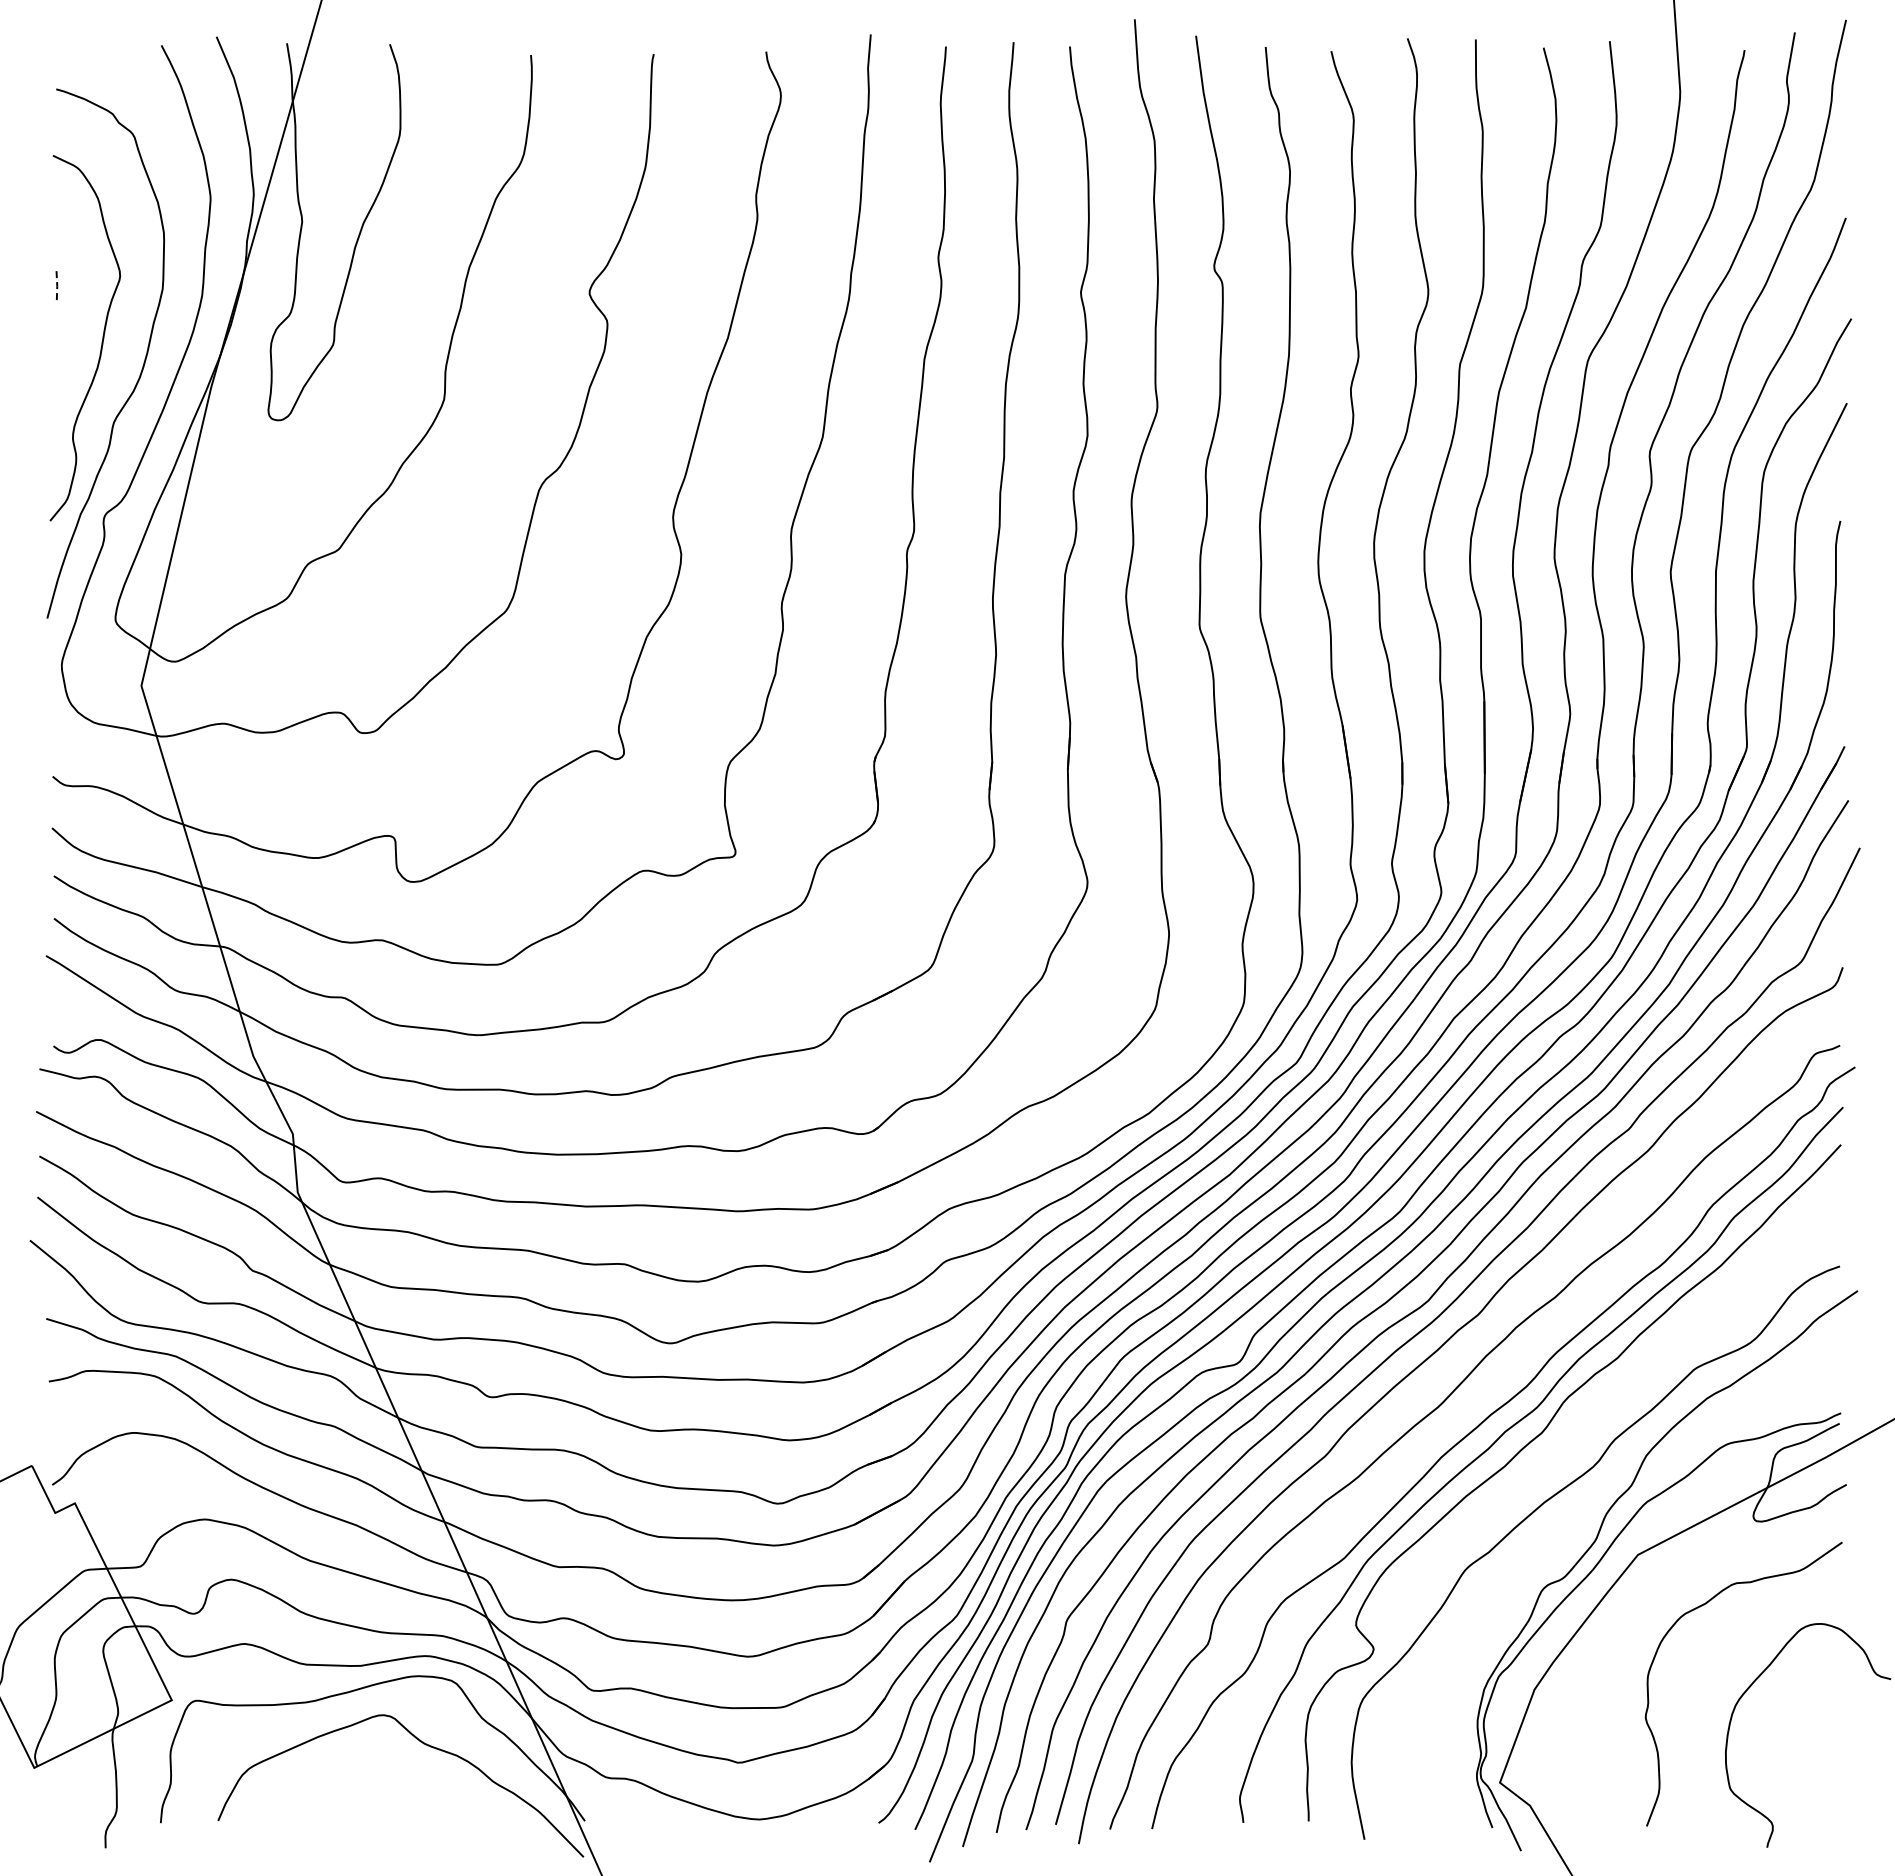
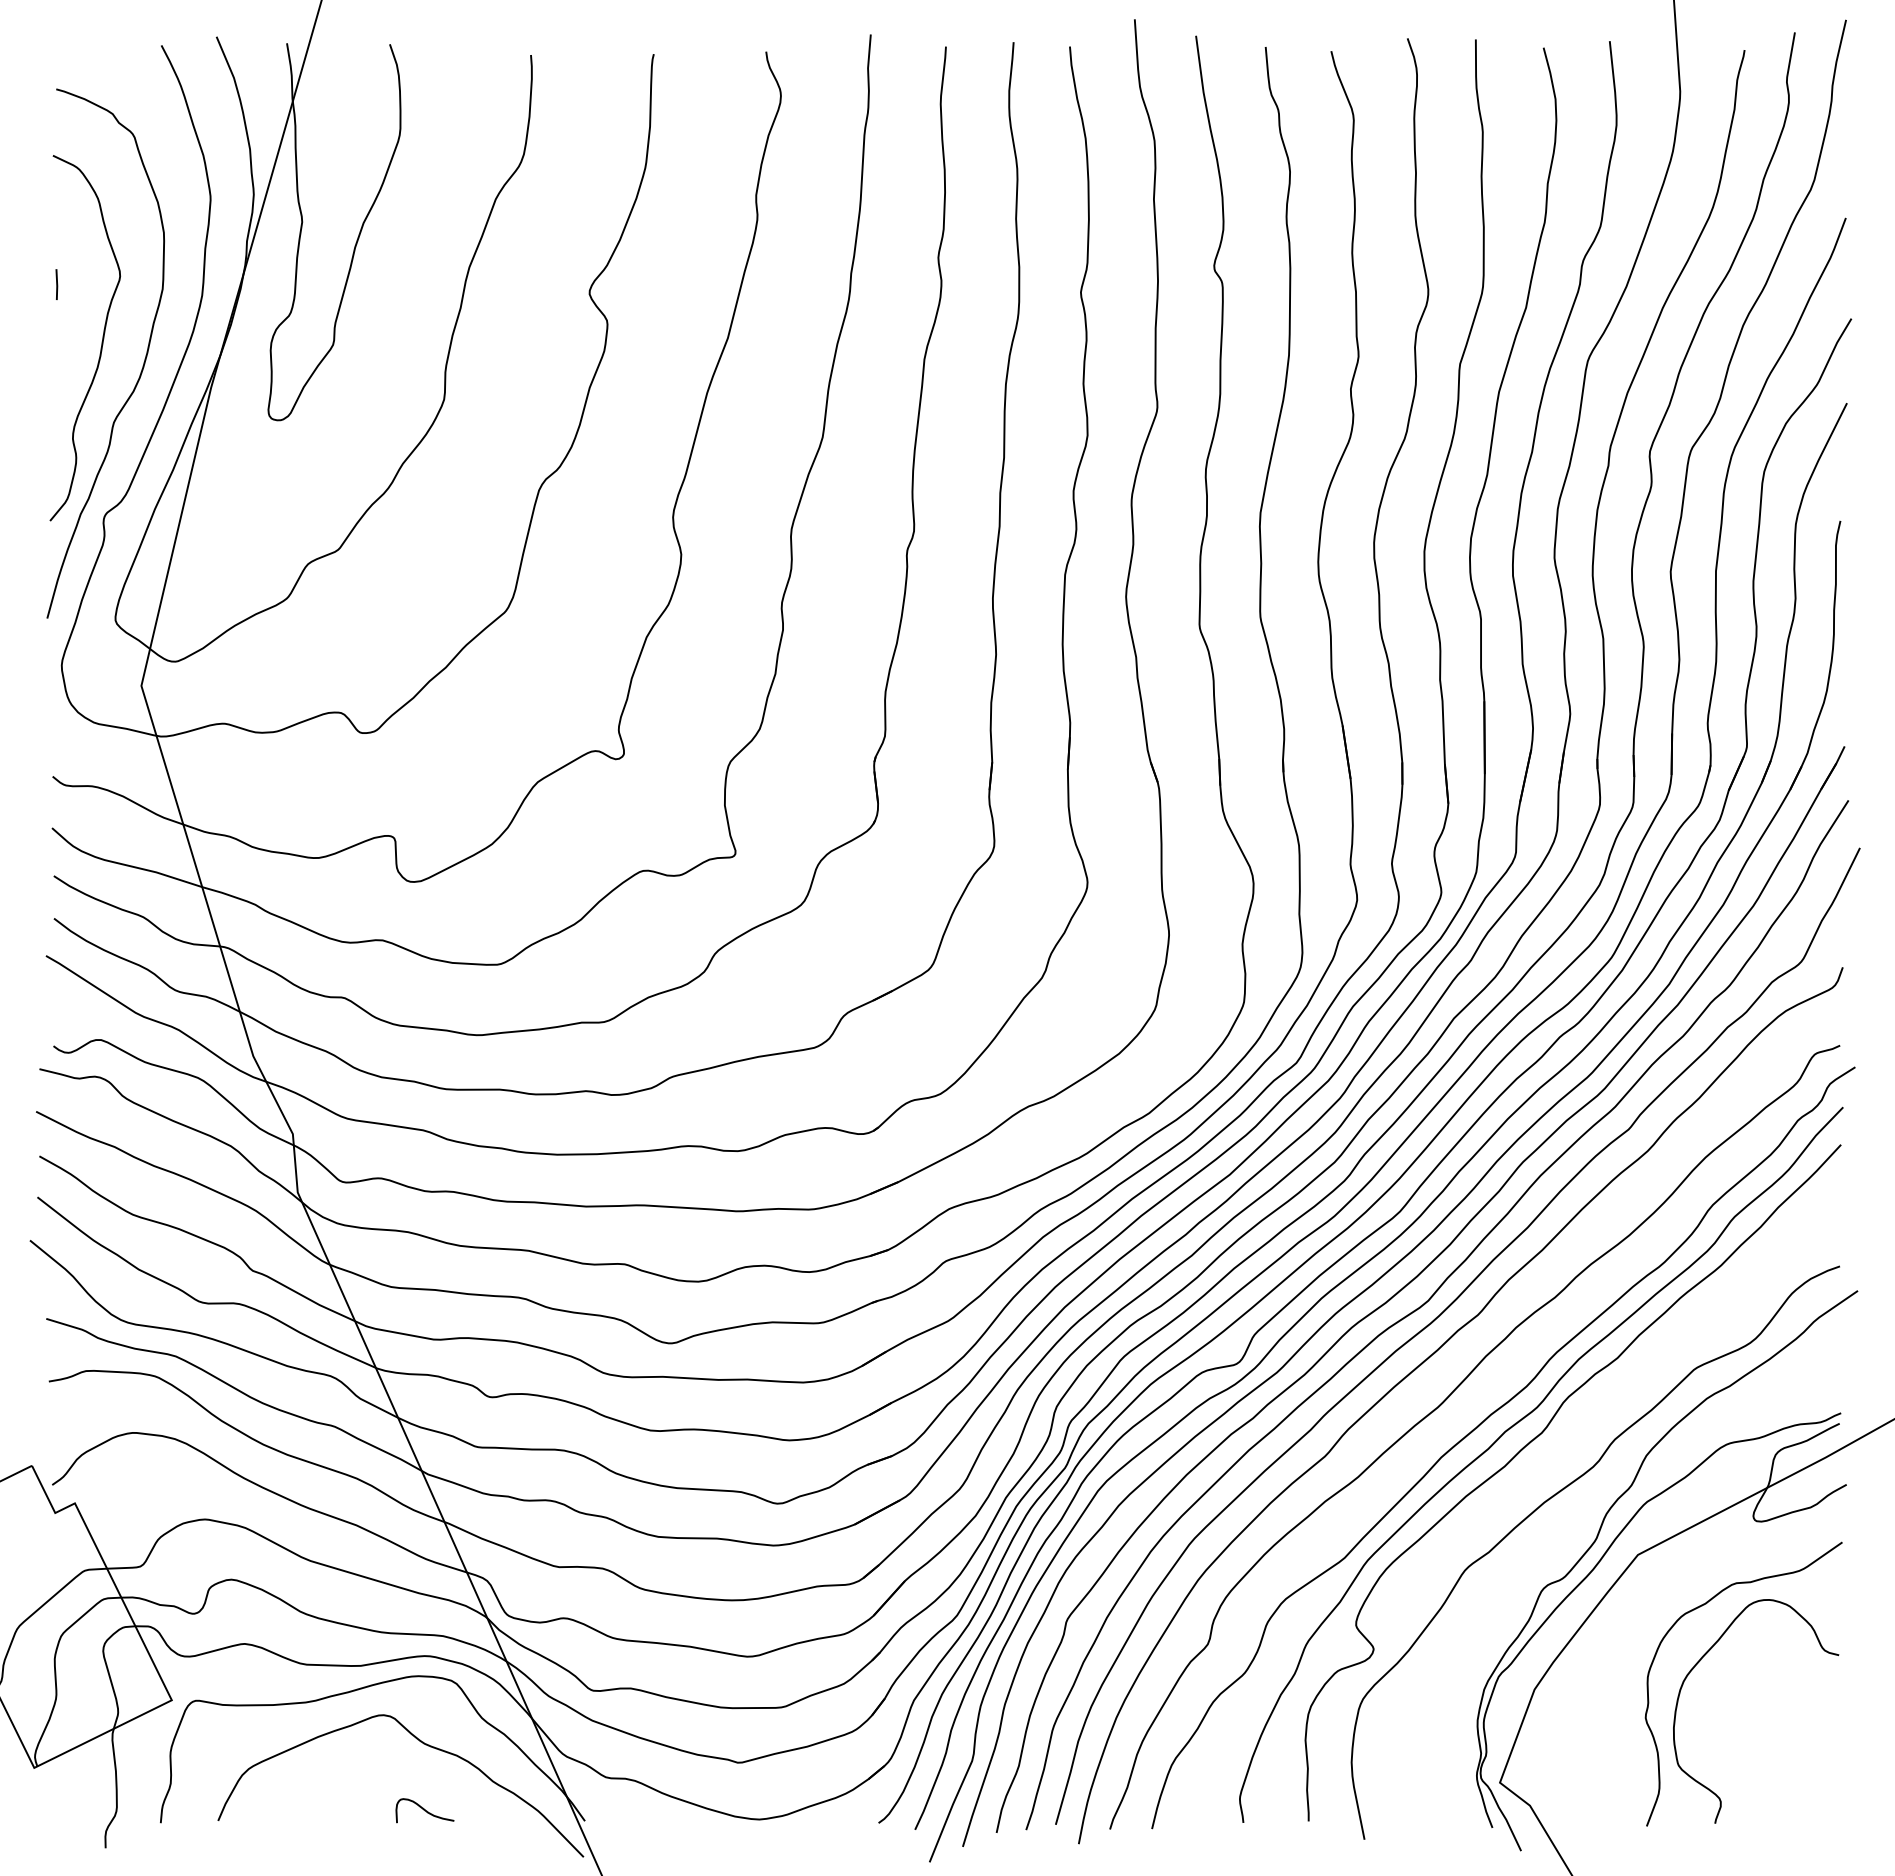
line at (57, 284): dashed -> solid
curve at (1752, 1685) position: (1752, 1685) -> (1700, 1661)
curve at (424, 1810): none -> present
